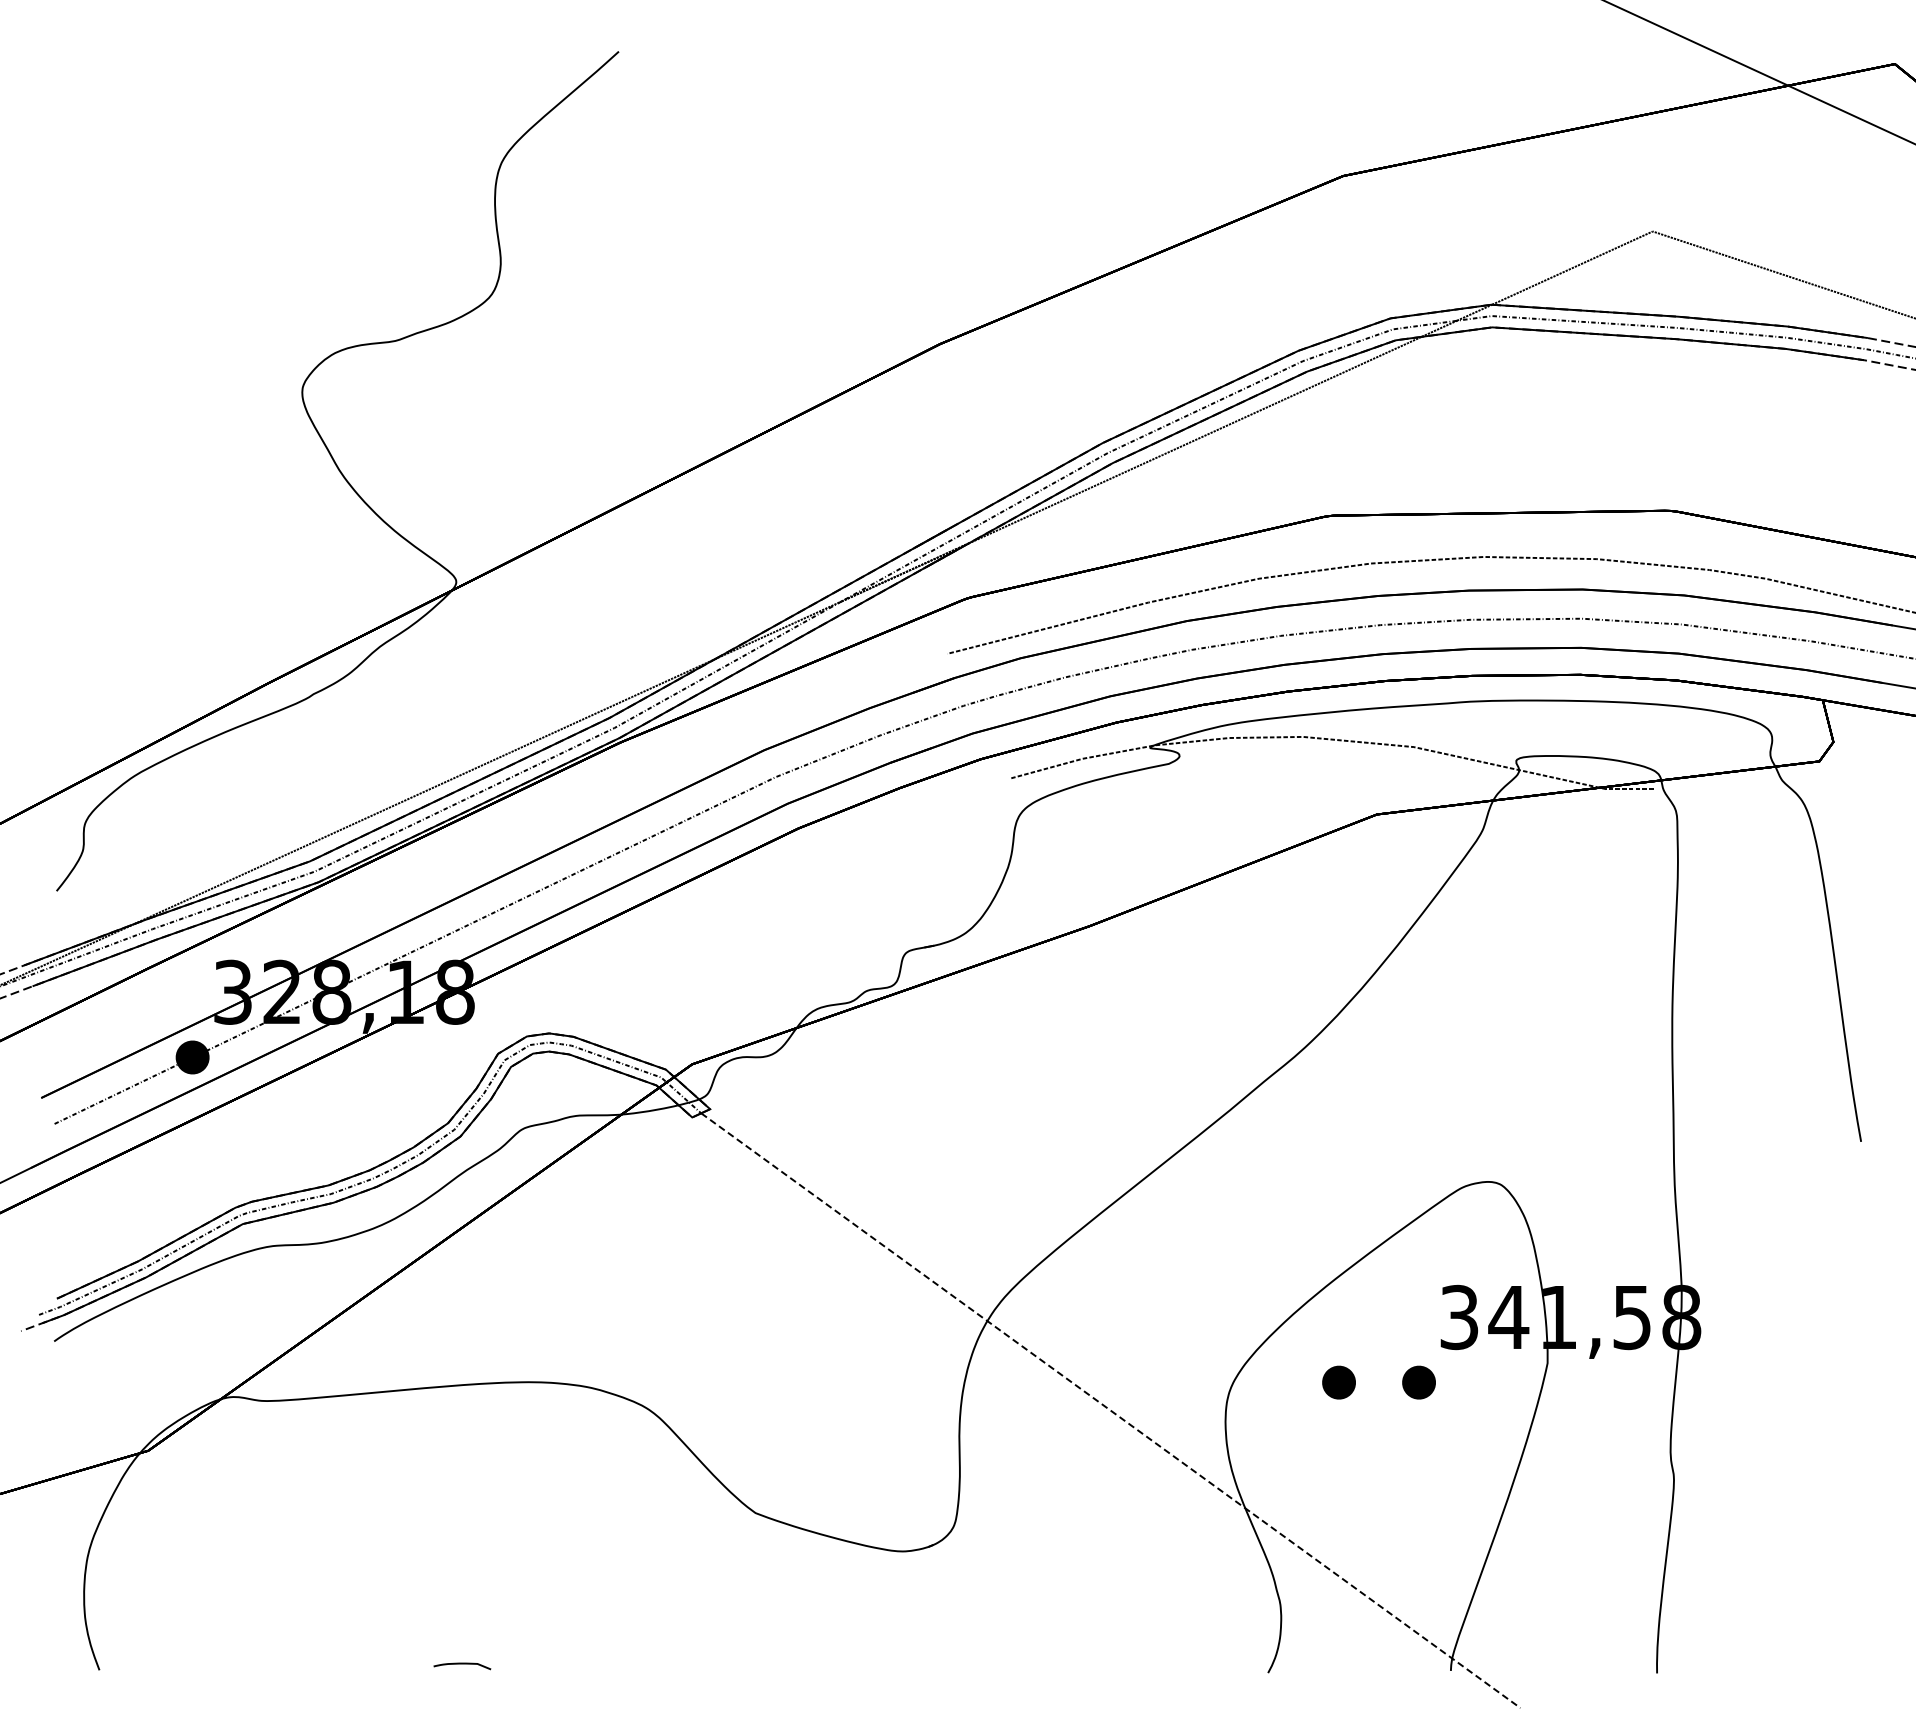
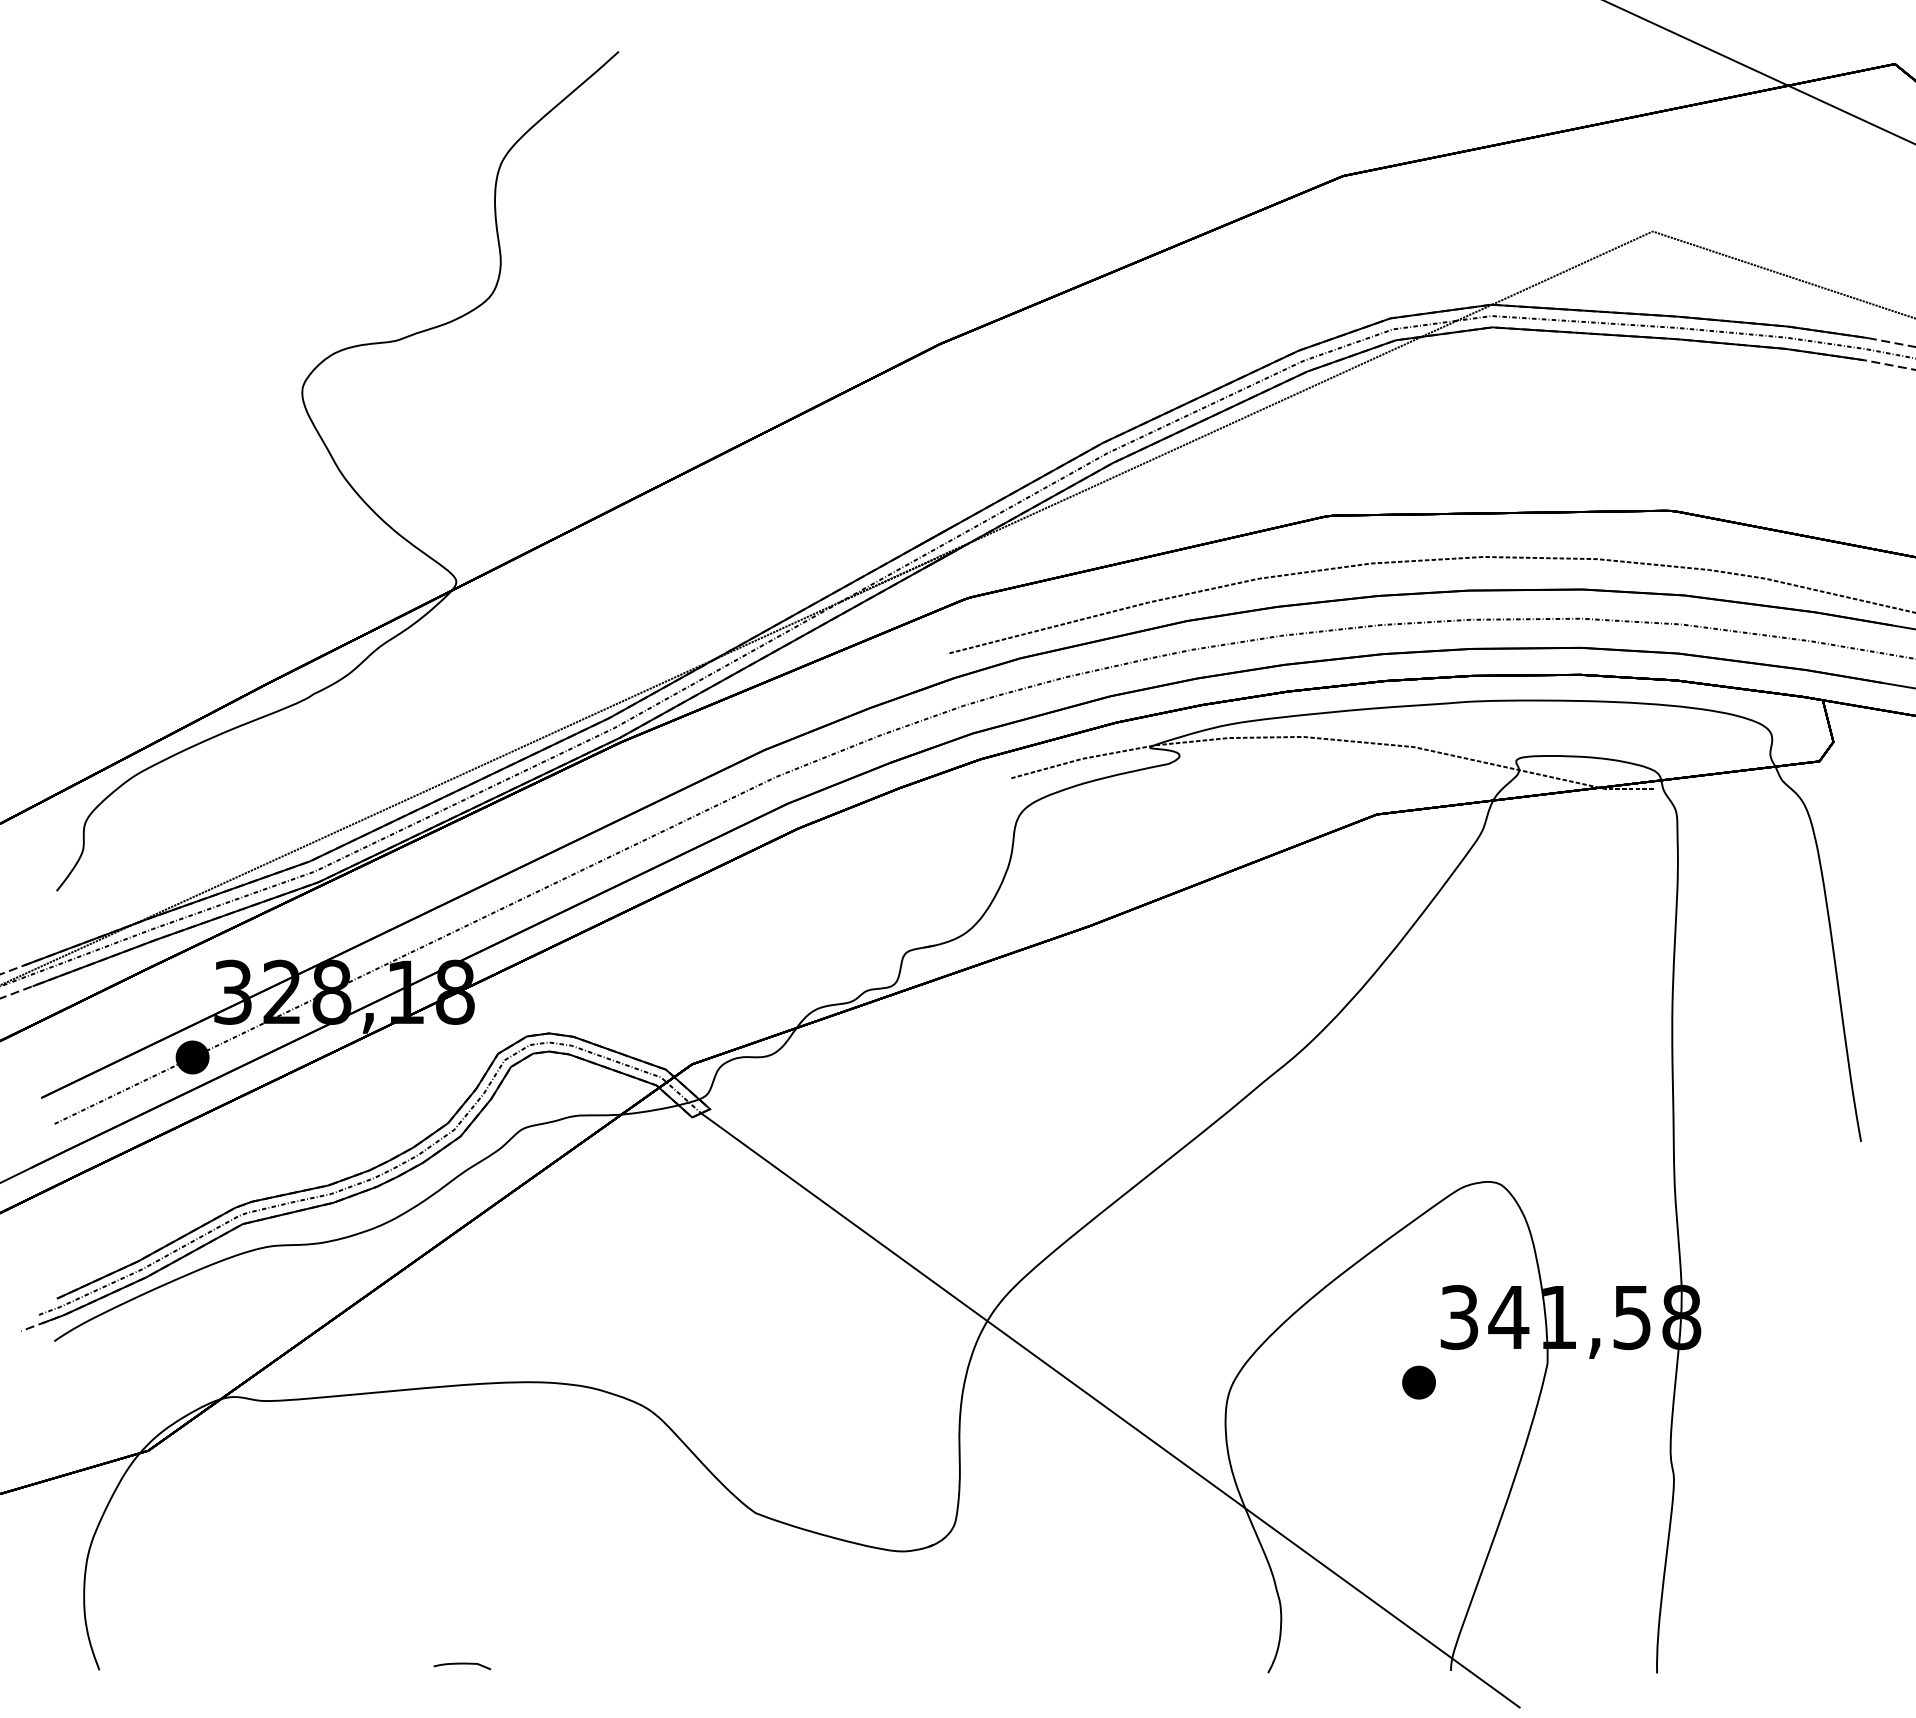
part at (1338, 1382): present -> none
line at (1111, 1410): dashed -> solid
